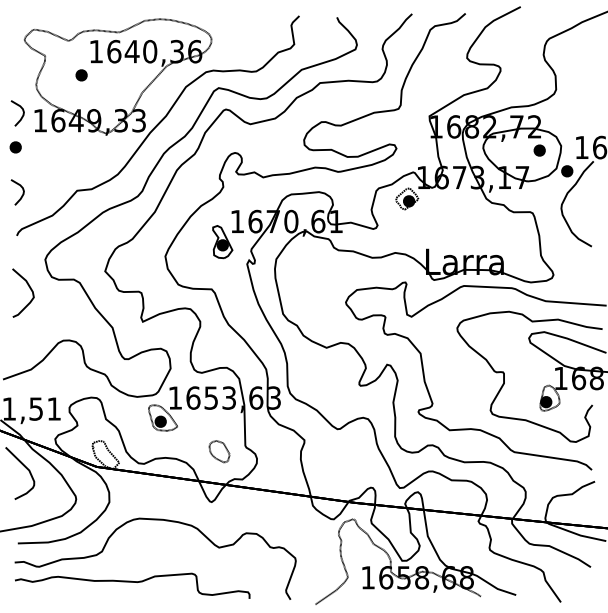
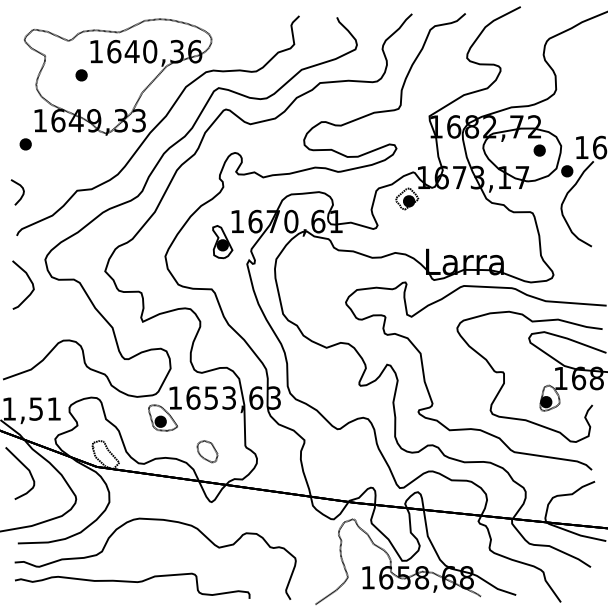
curve at (22, 113): present -> none
part at (15, 147) position: (15, 147) -> (25, 144)
curve at (29, 288) position: (29, 288) -> (29, 280)
part at (219, 451) position: (219, 451) -> (207, 451)
